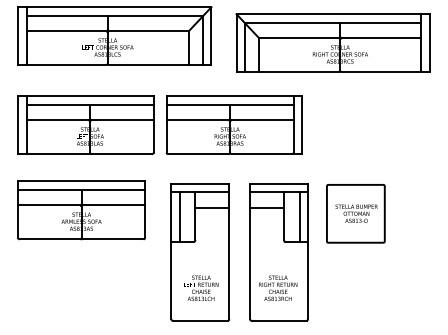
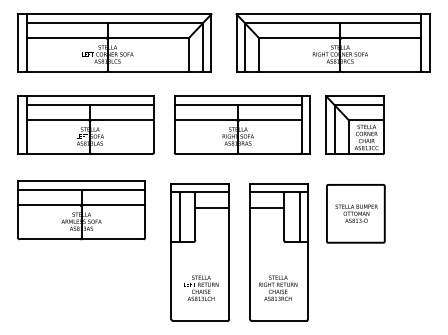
part at (114, 35) position: (114, 35) -> (114, 42)
part at (233, 124) position: (233, 124) -> (241, 124)
part at (354, 124): none -> present
